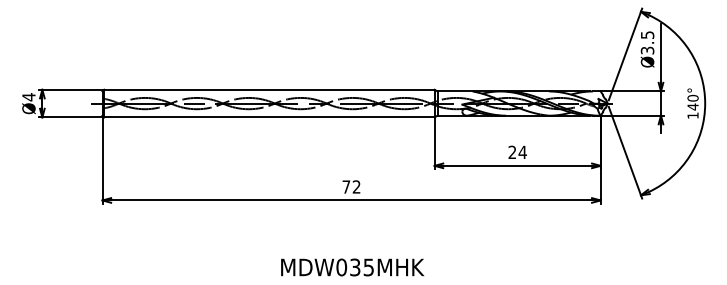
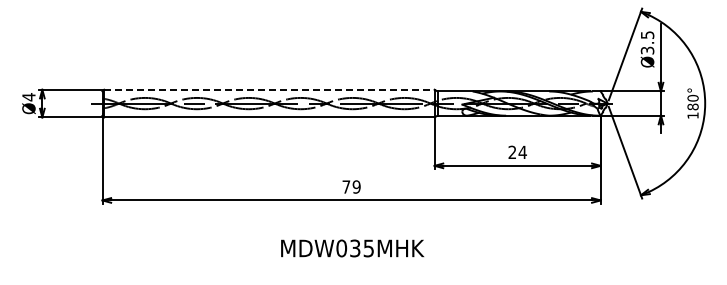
line at (269, 89): solid -> dashed
text at (692, 106): 140° -> 180°
text at (356, 186): 72 -> 79
text at (352, 267) position: (352, 267) -> (352, 248)
